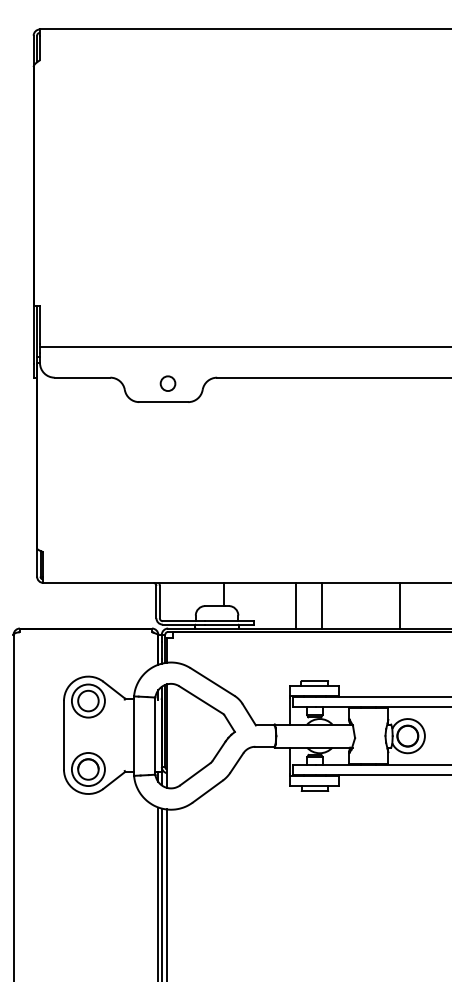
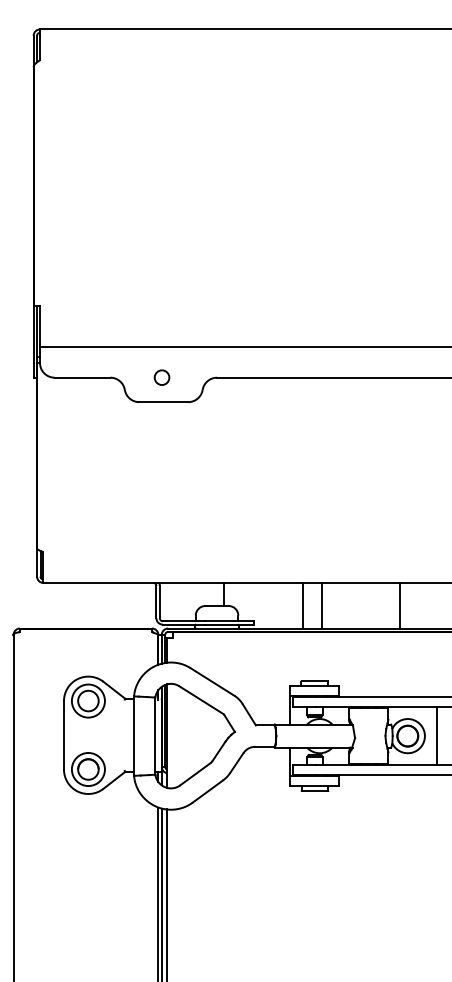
circle at (167, 383) position: (167, 383) -> (161, 377)
line at (295, 605) position: (295, 605) -> (302, 605)
line at (437, 735): none -> present
